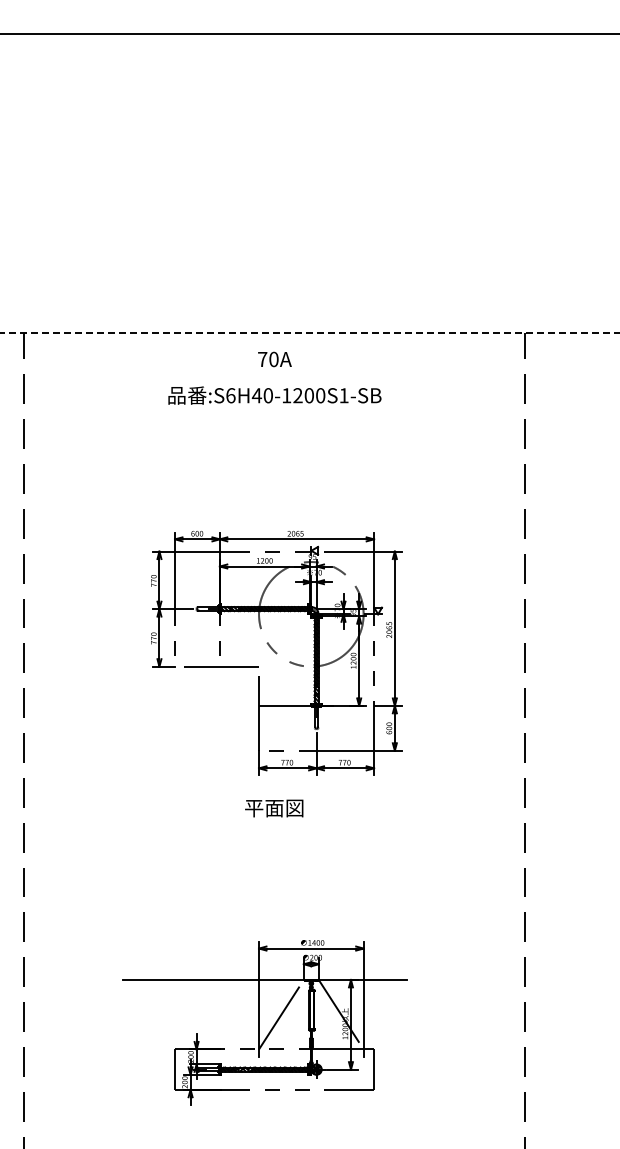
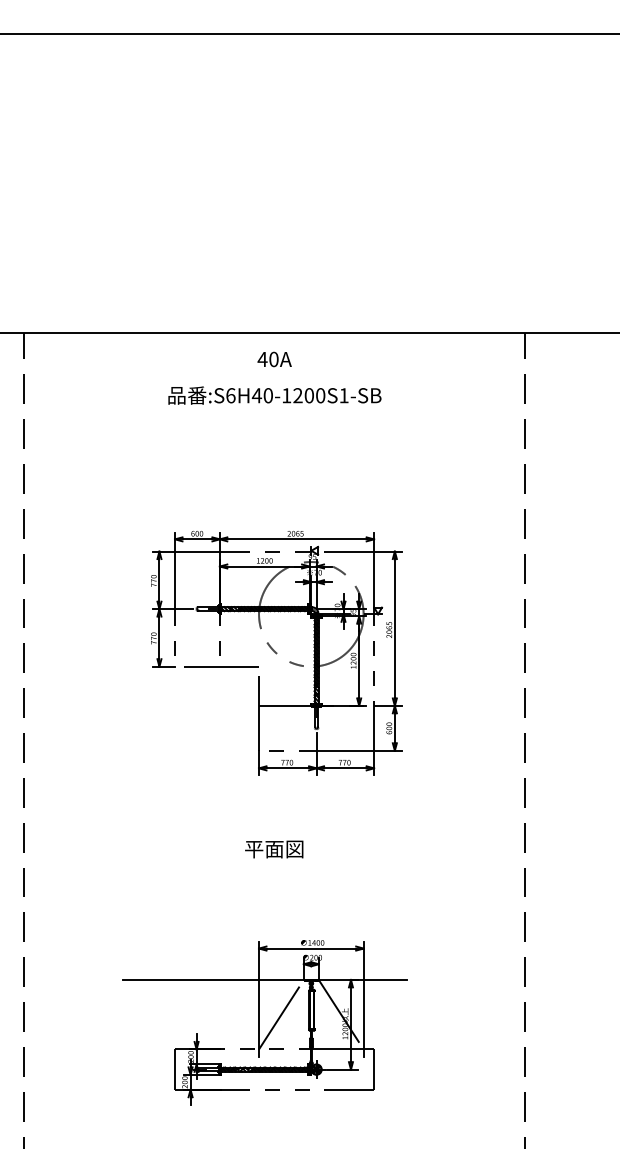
line at (309, 333): dashed -> solid
text at (262, 359): 70A -> 40A
text at (274, 808) position: (274, 808) -> (274, 849)
